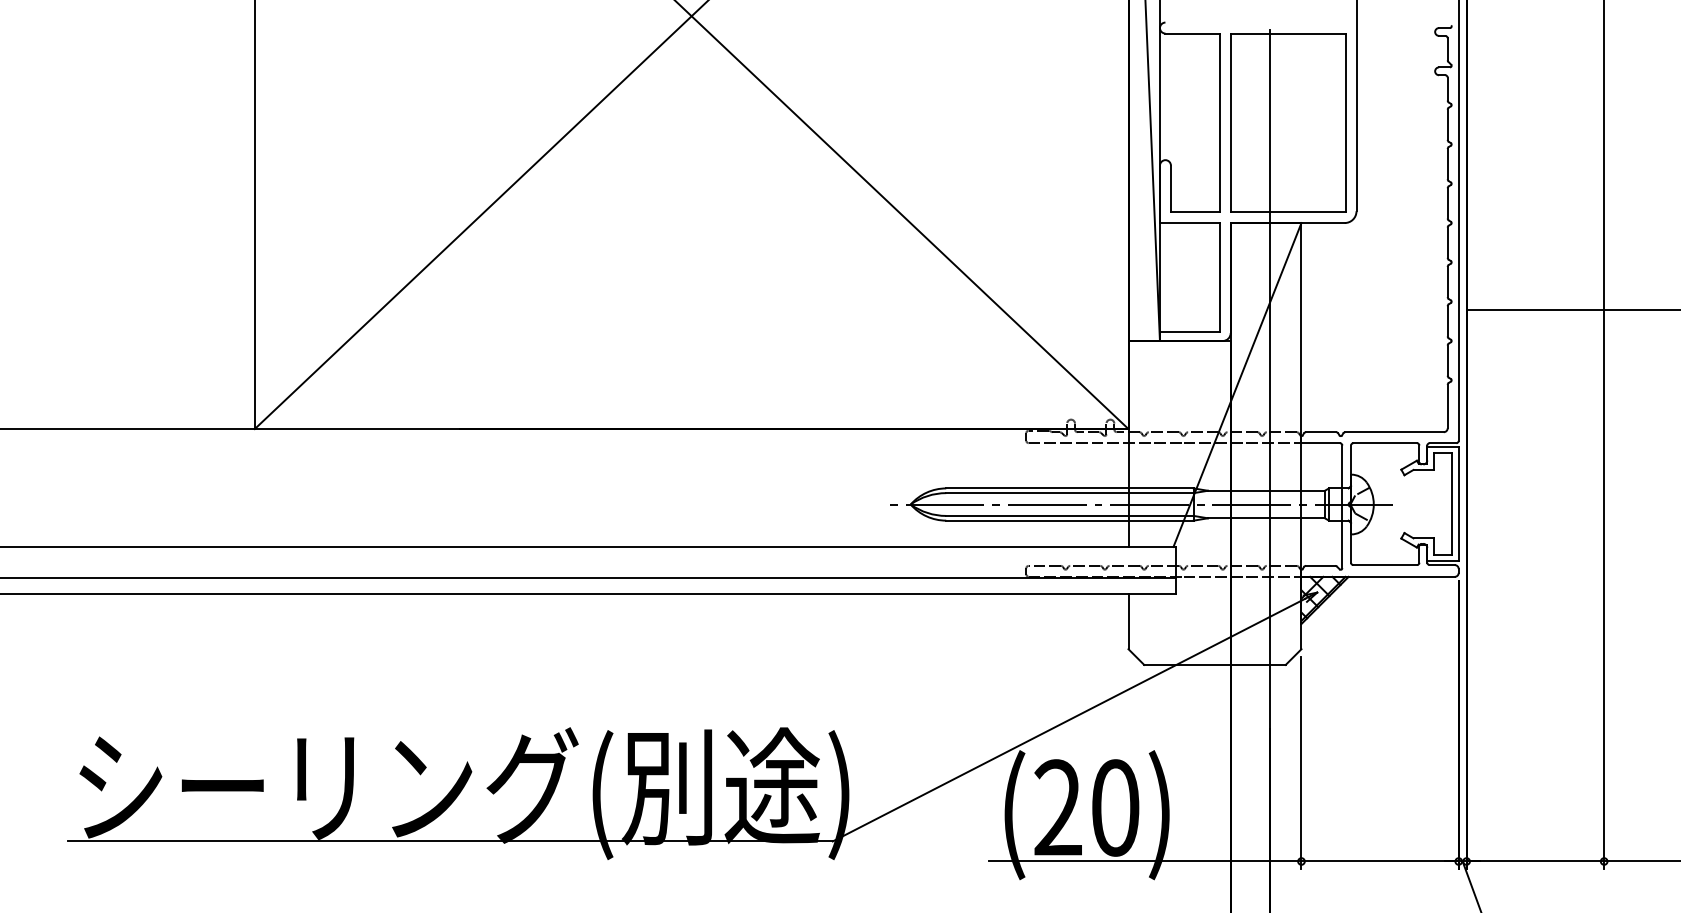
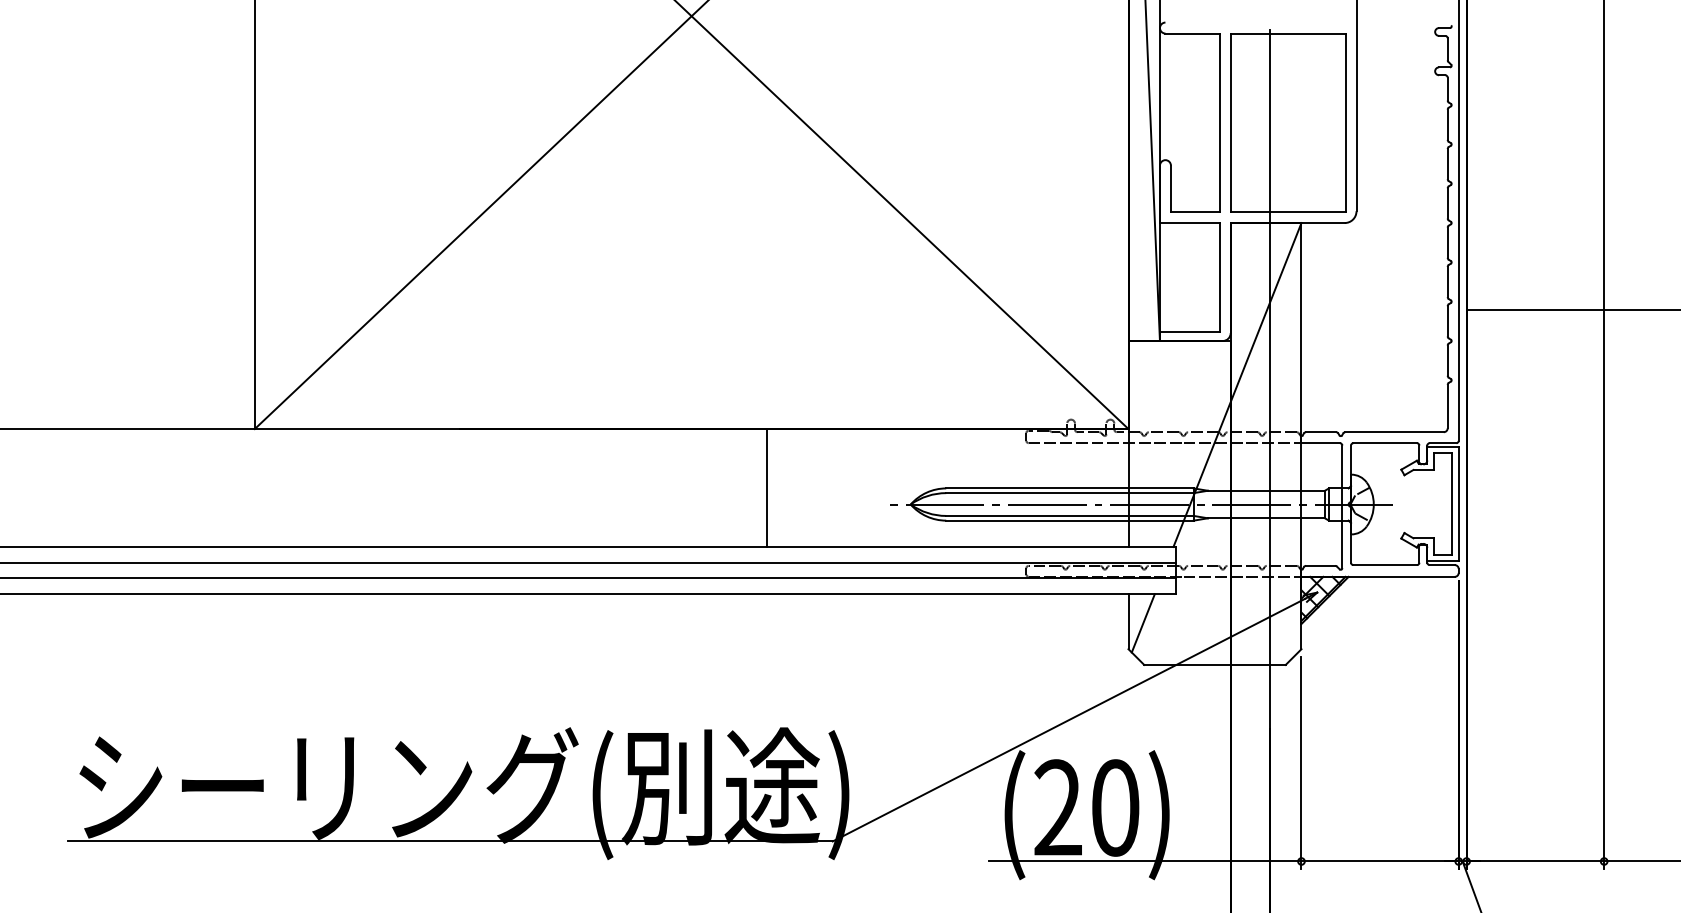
line at (766, 487): none -> present
line at (588, 562): none -> present
line at (1142, 623): none -> present
